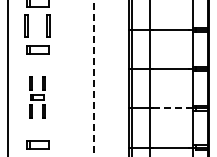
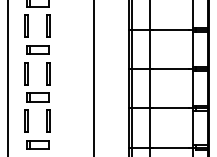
line at (94, 78): dashed -> solid
part at (37, 97) size: 17x43 px -> 27x71 px
line at (171, 108): dashed -> solid
